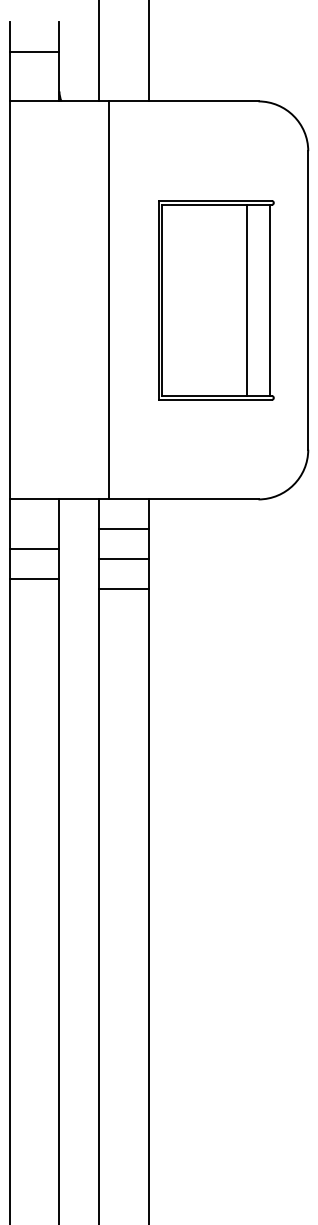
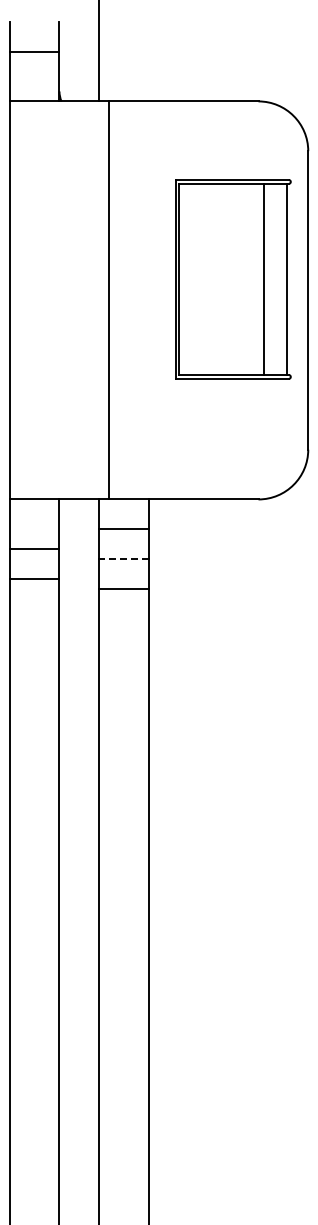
line at (149, 51): present -> none
part at (216, 300) position: (216, 300) -> (233, 279)
line at (124, 559): solid -> dashed
